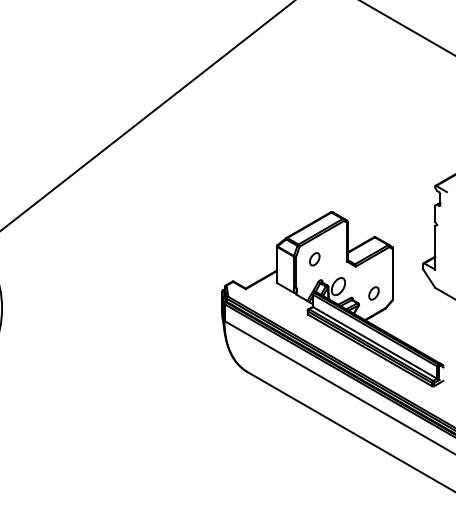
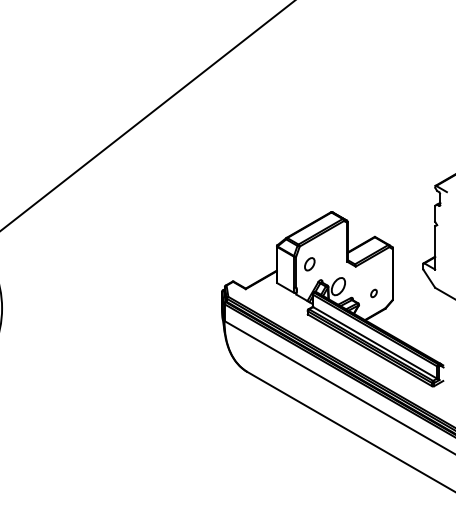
line at (407, 28): present -> none
part at (314, 259) position: (314, 259) -> (309, 264)
part at (373, 293) size: 12x15 px -> 8x11 px
